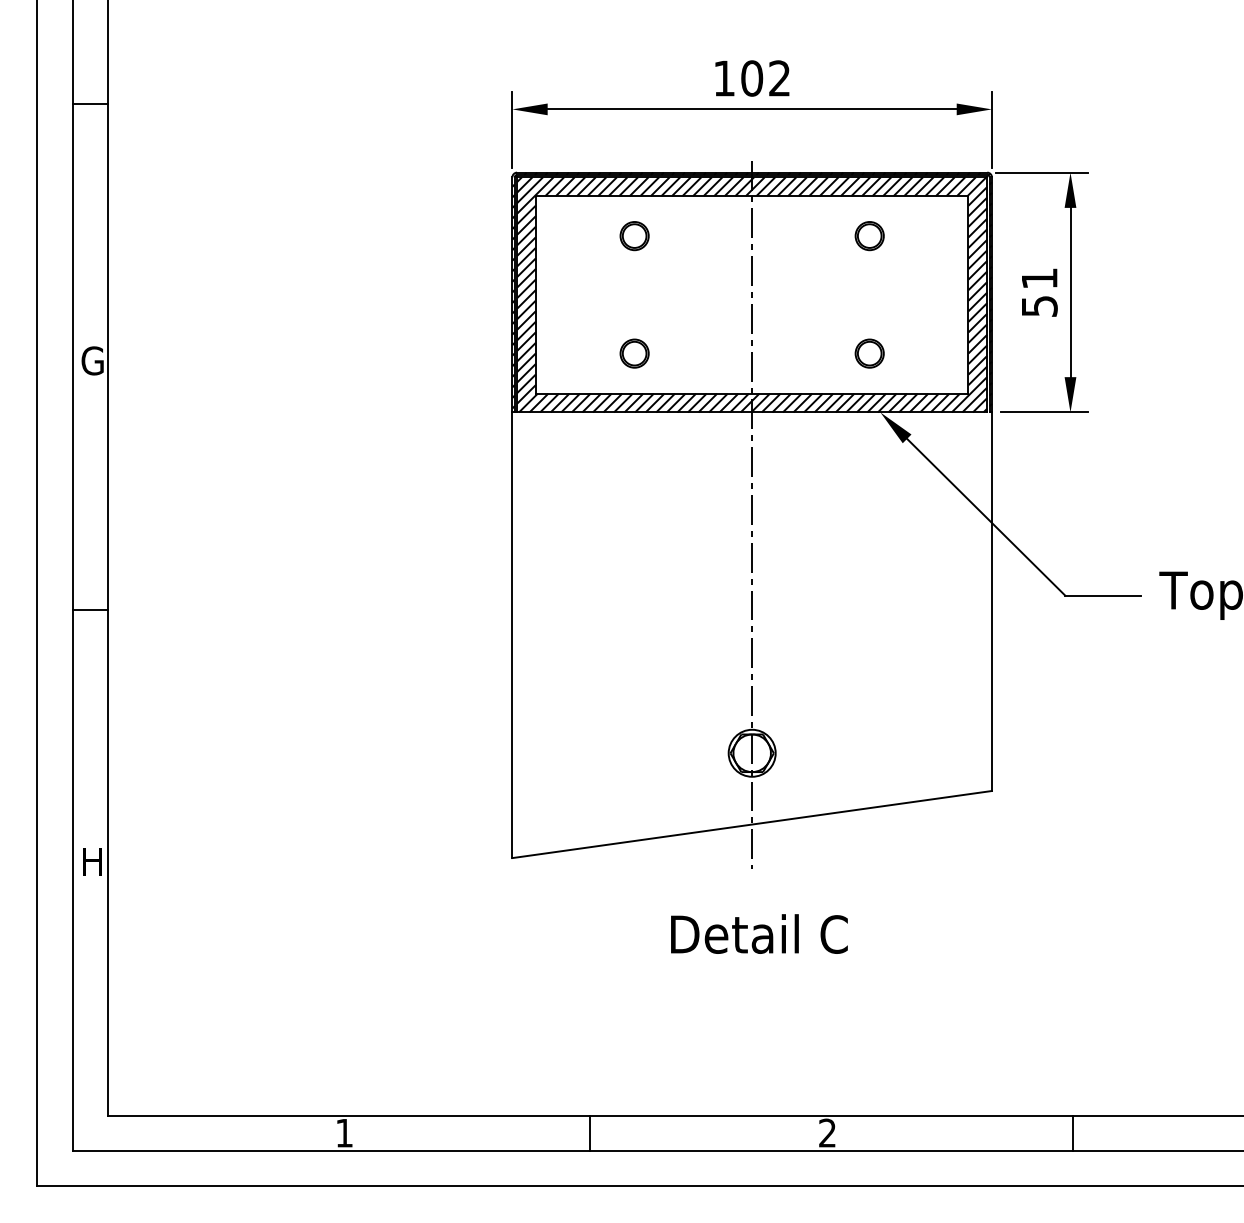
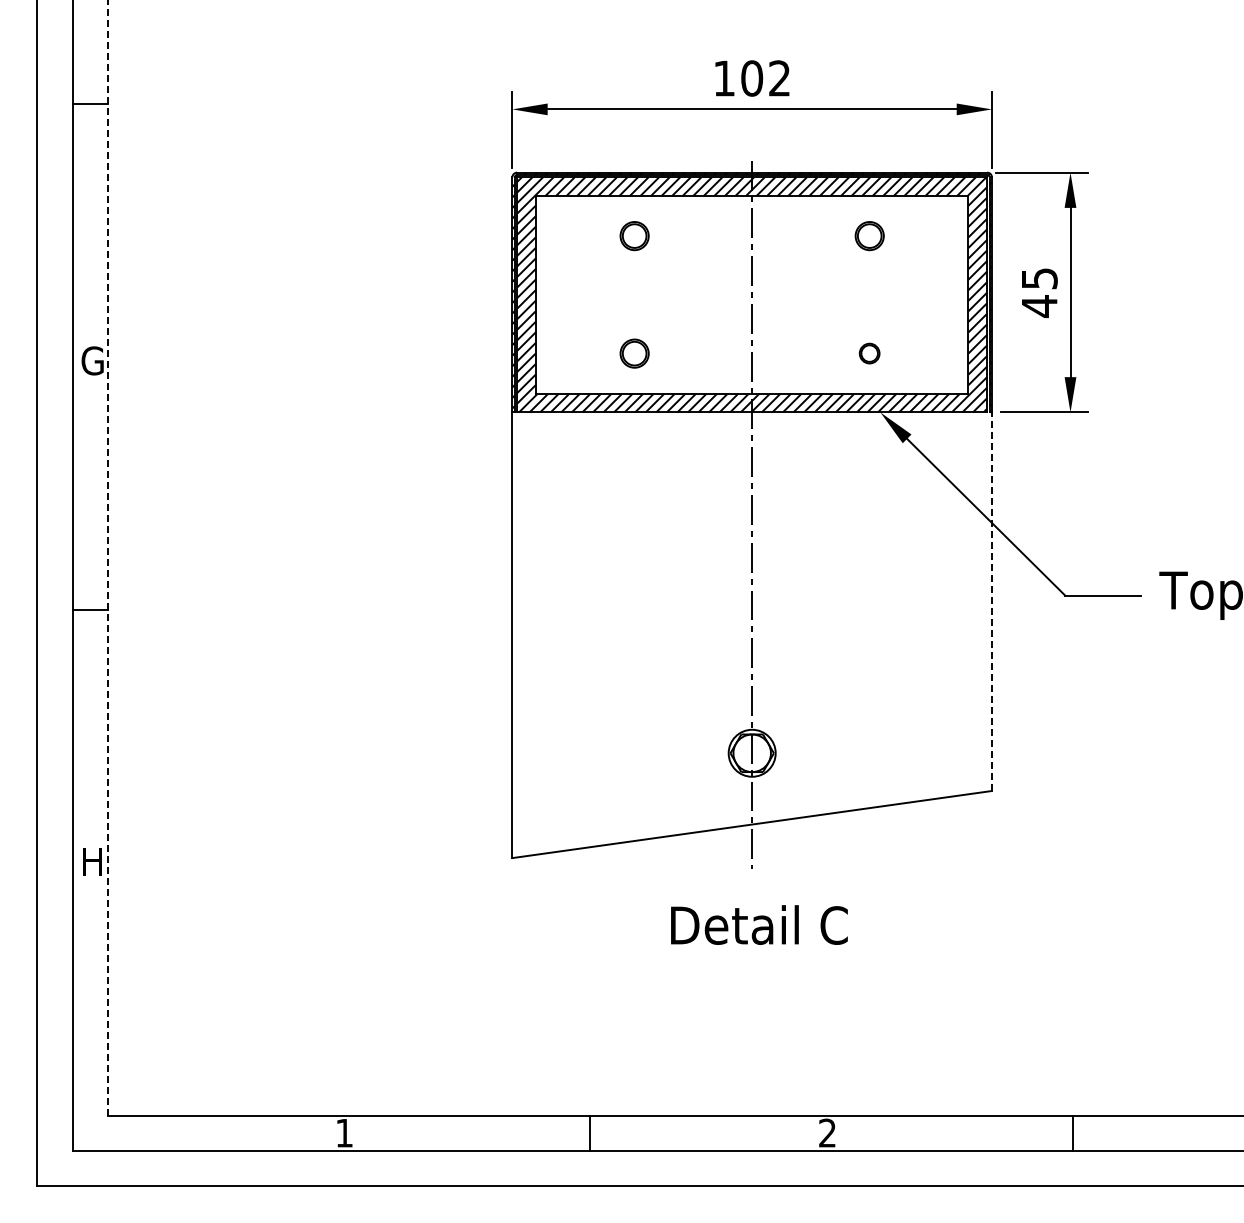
text at (1039, 292): 51 -> 45
part at (869, 353) size: 31x31 px -> 23x23 px
line at (107, 557): solid -> dashed
line at (991, 601): solid -> dashed
text at (759, 933) position: (759, 933) -> (759, 924)
